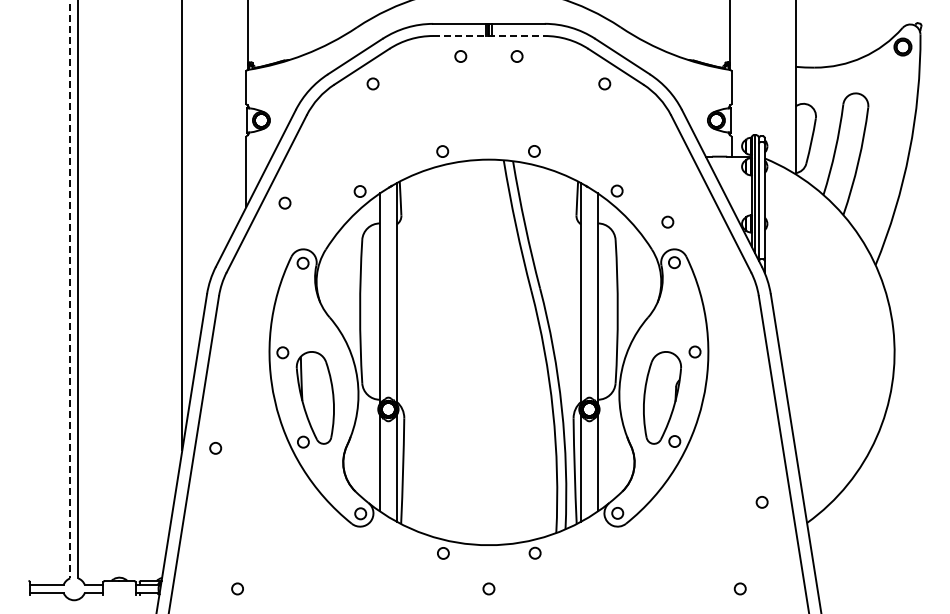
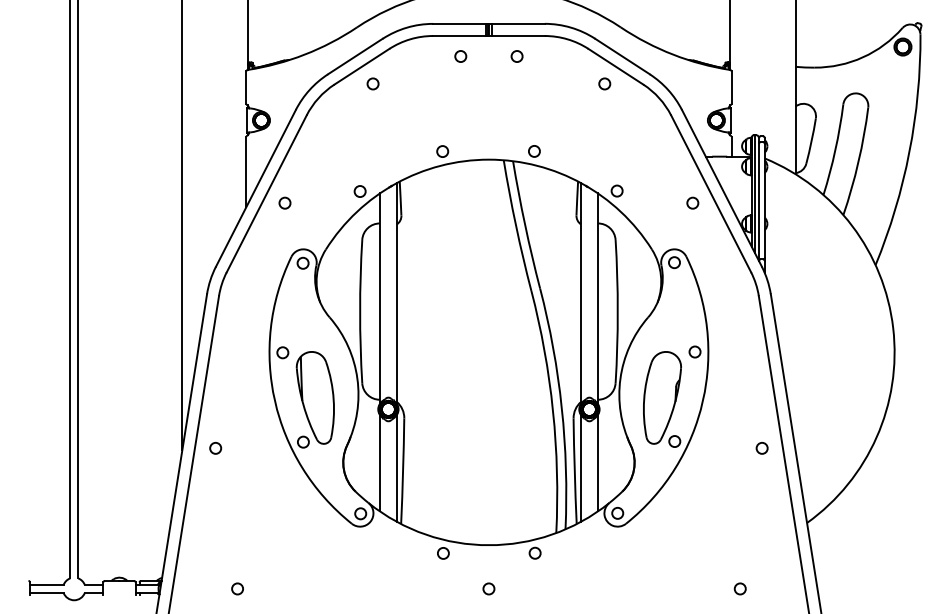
line at (488, 36): dashed -> solid
circle at (667, 221) position: (667, 221) -> (692, 202)
line at (70, 289): dashed -> solid
circle at (761, 502) position: (761, 502) -> (761, 448)
